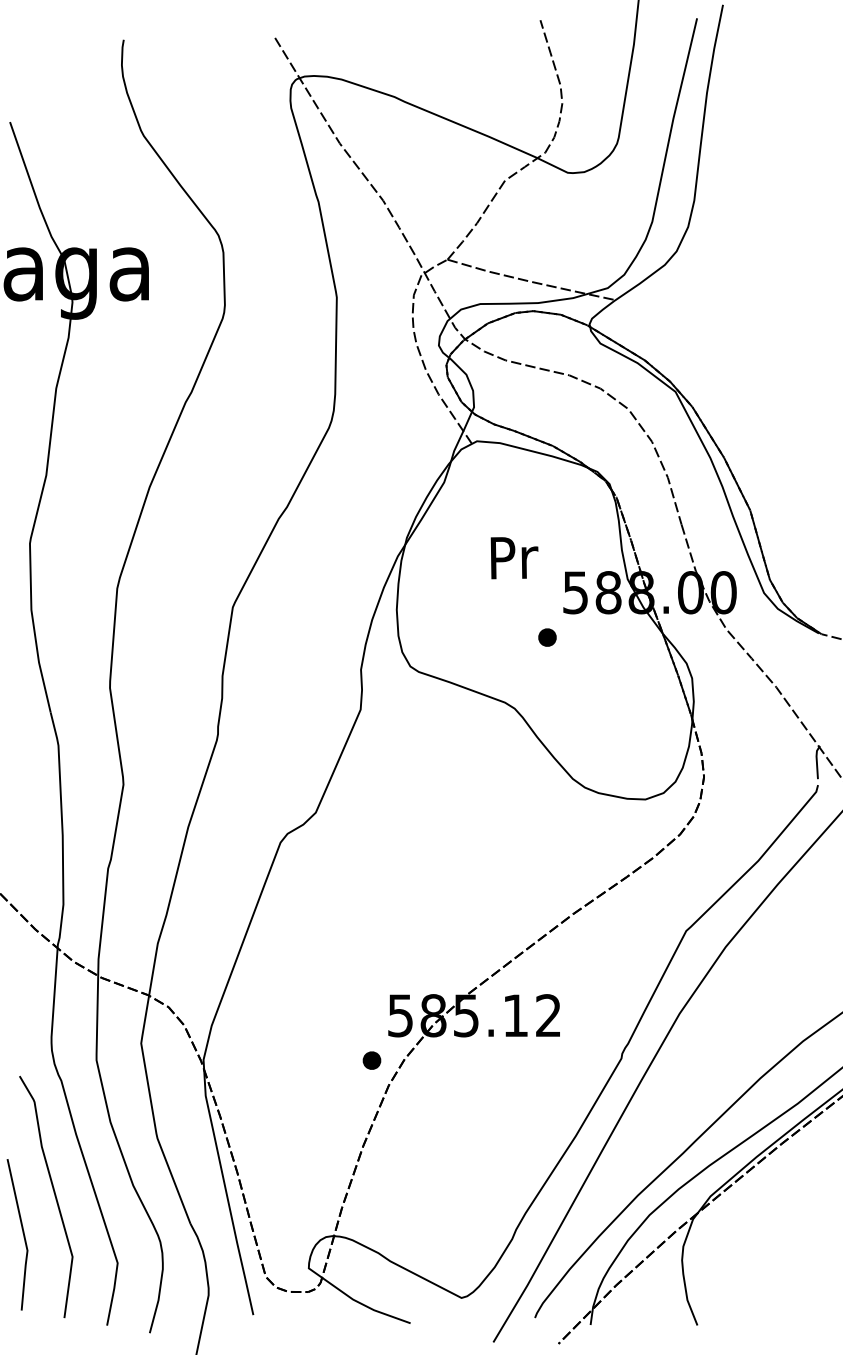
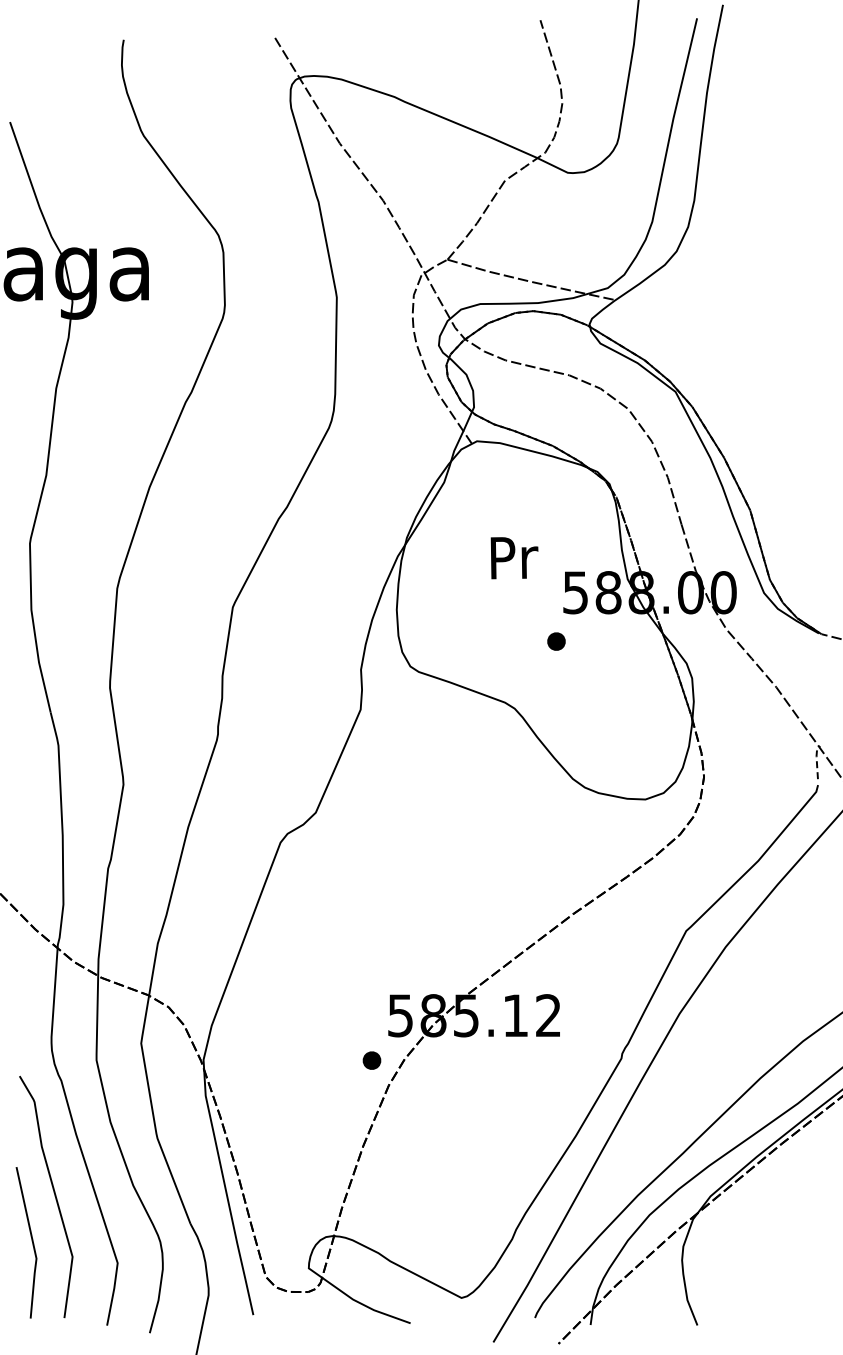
part at (547, 637) position: (547, 637) -> (556, 641)
line at (816, 760): solid -> dashed
line at (22, 1233) position: (22, 1233) -> (31, 1241)
